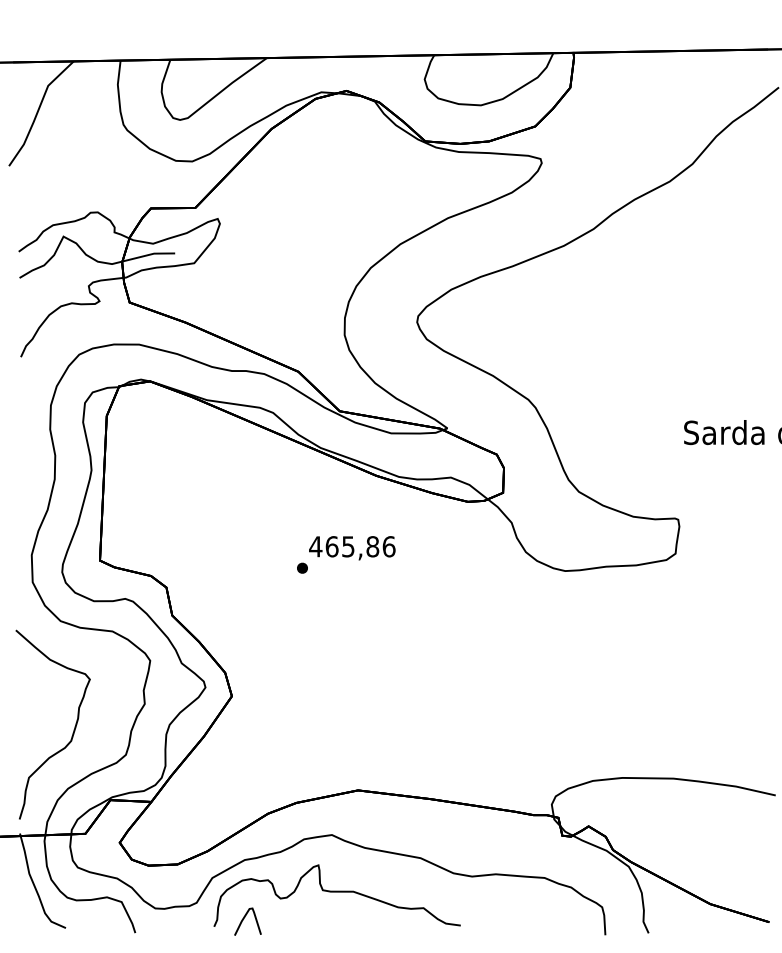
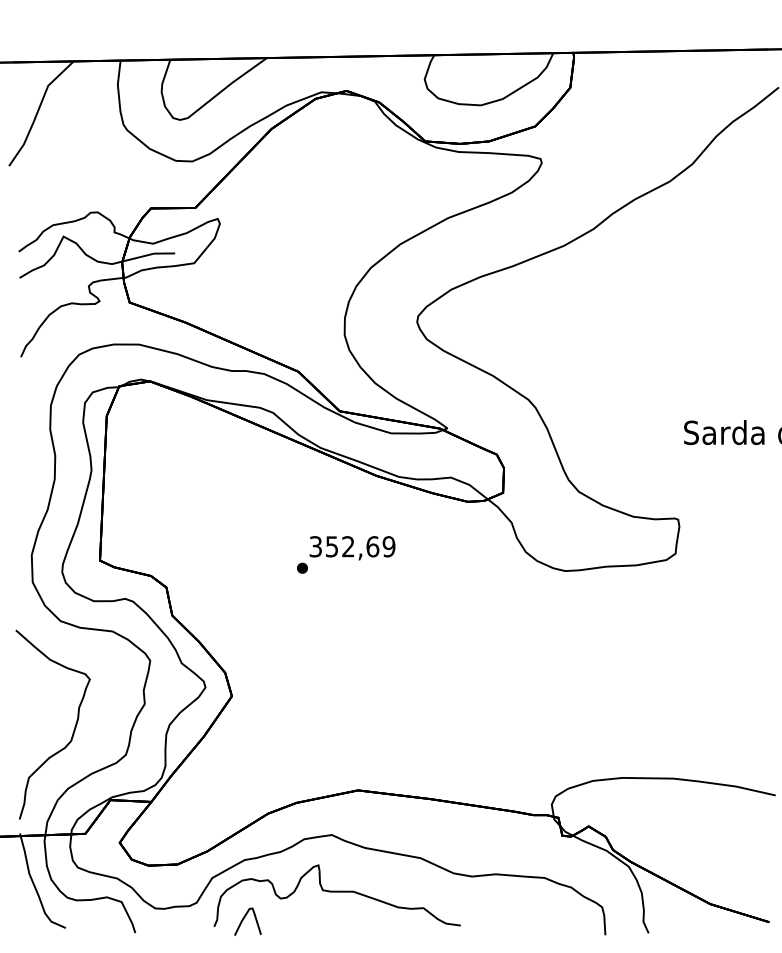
text at (352, 546): 465,86 -> 352,69
